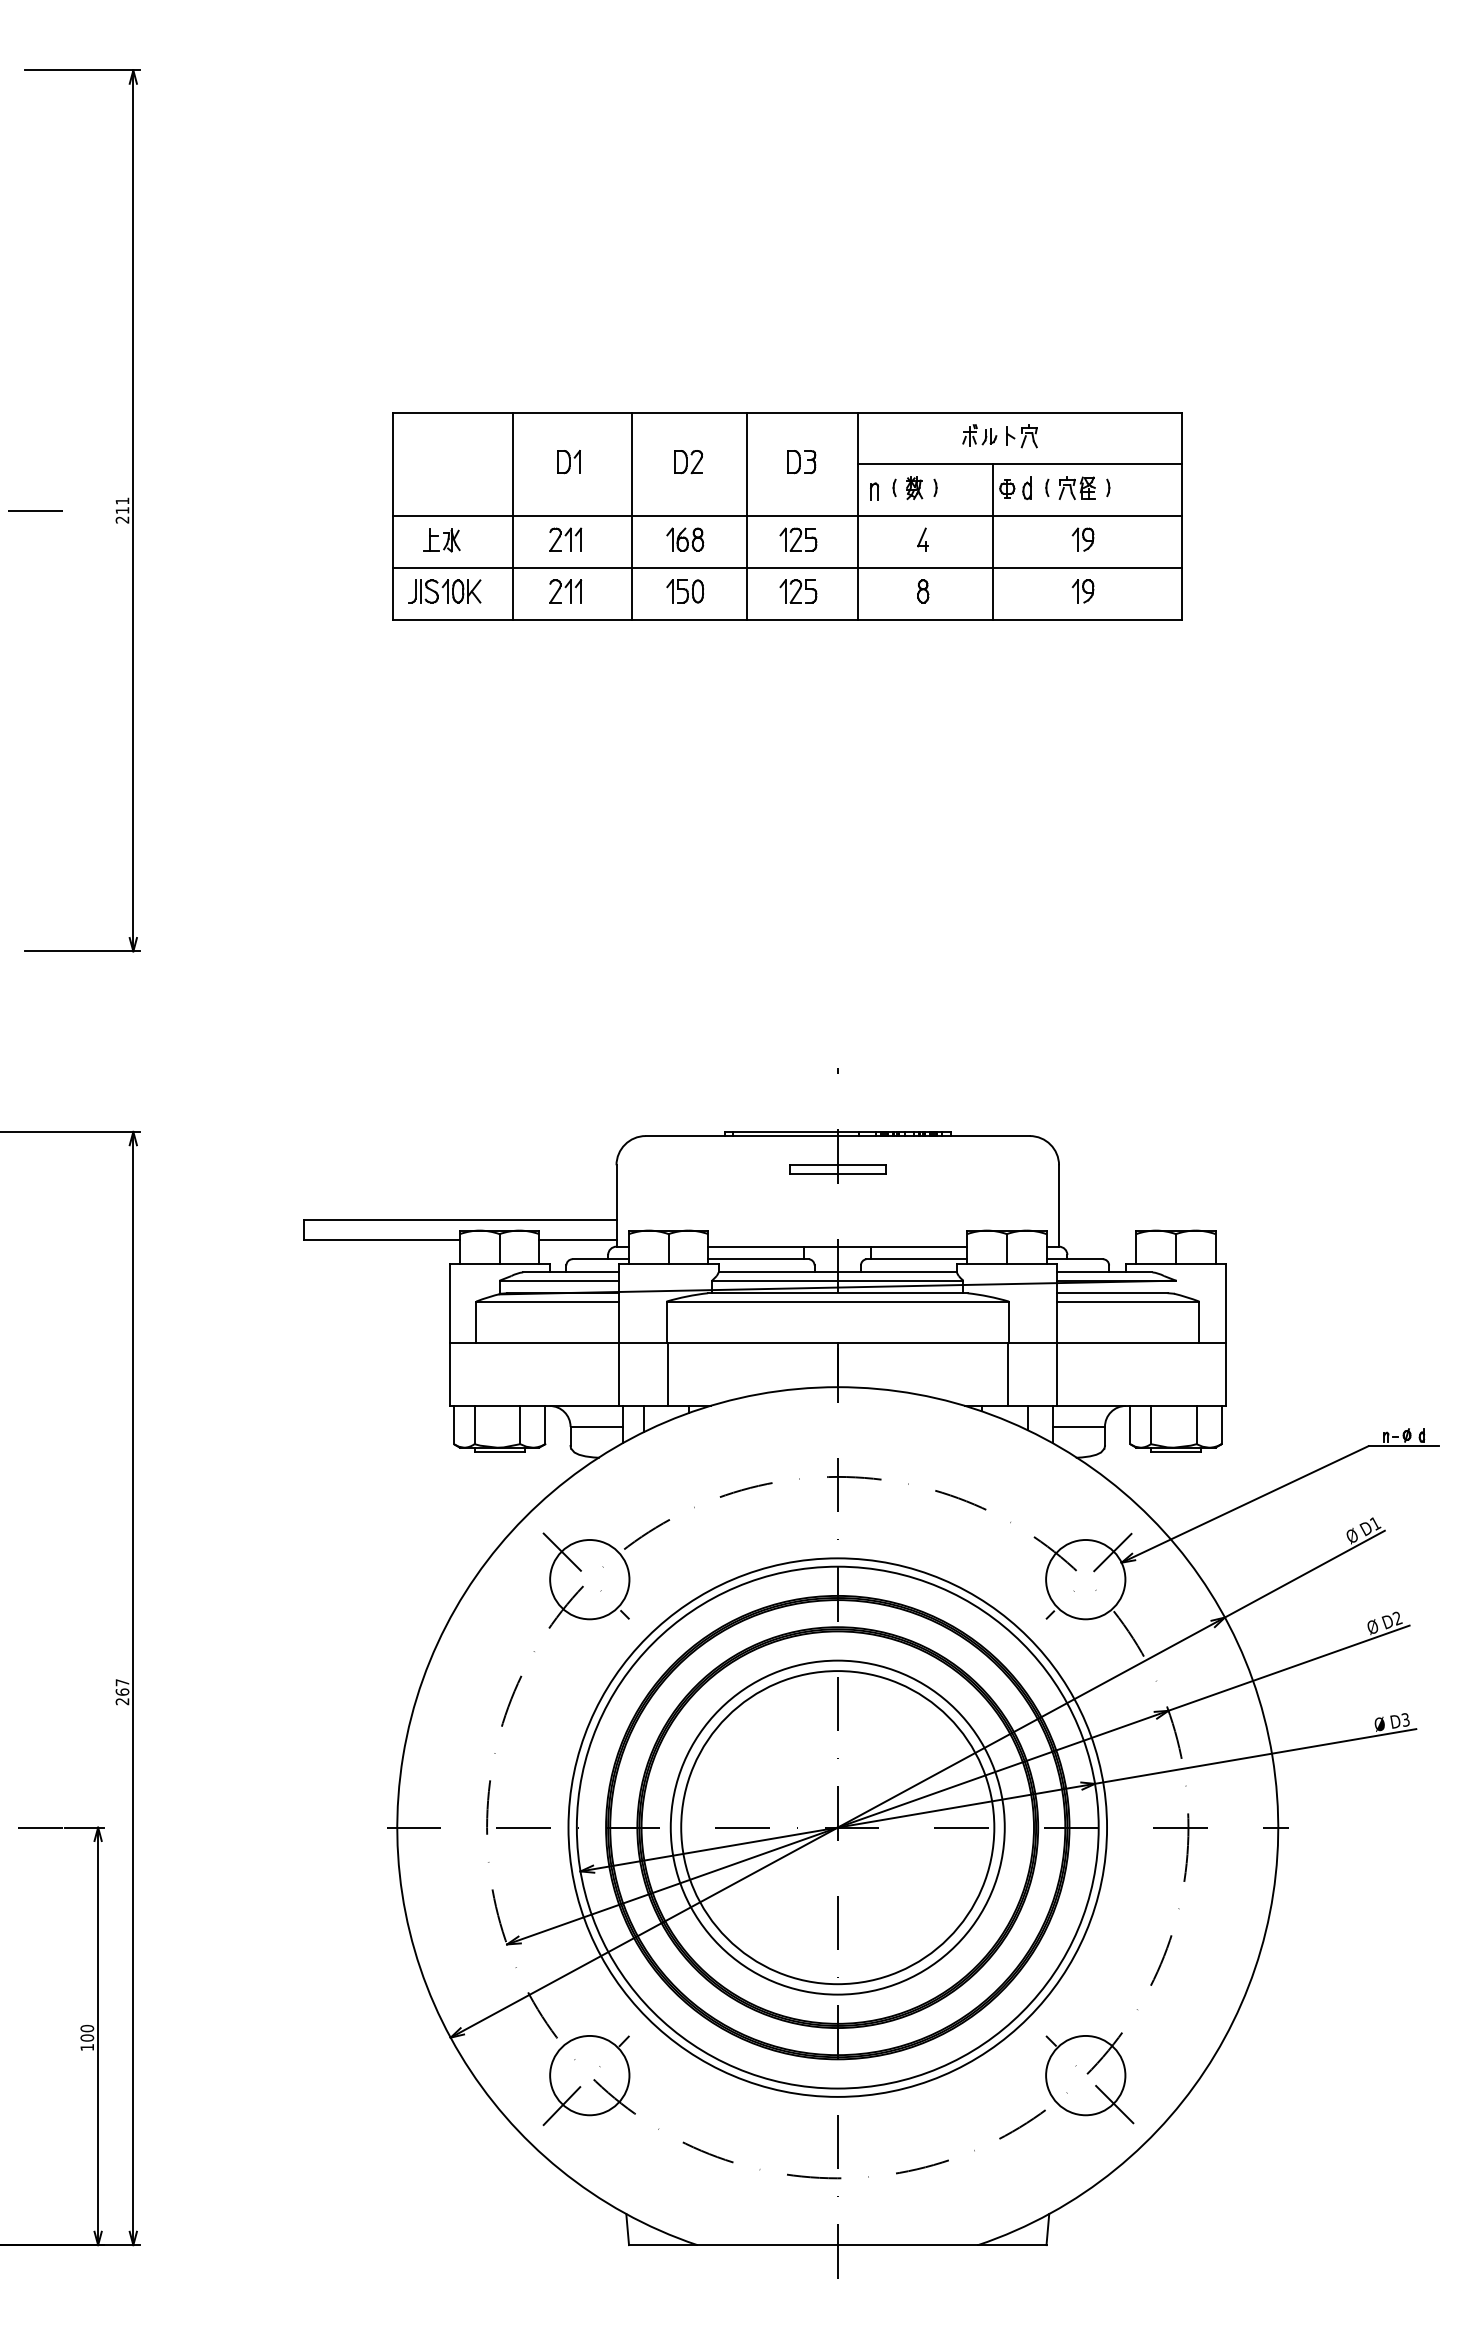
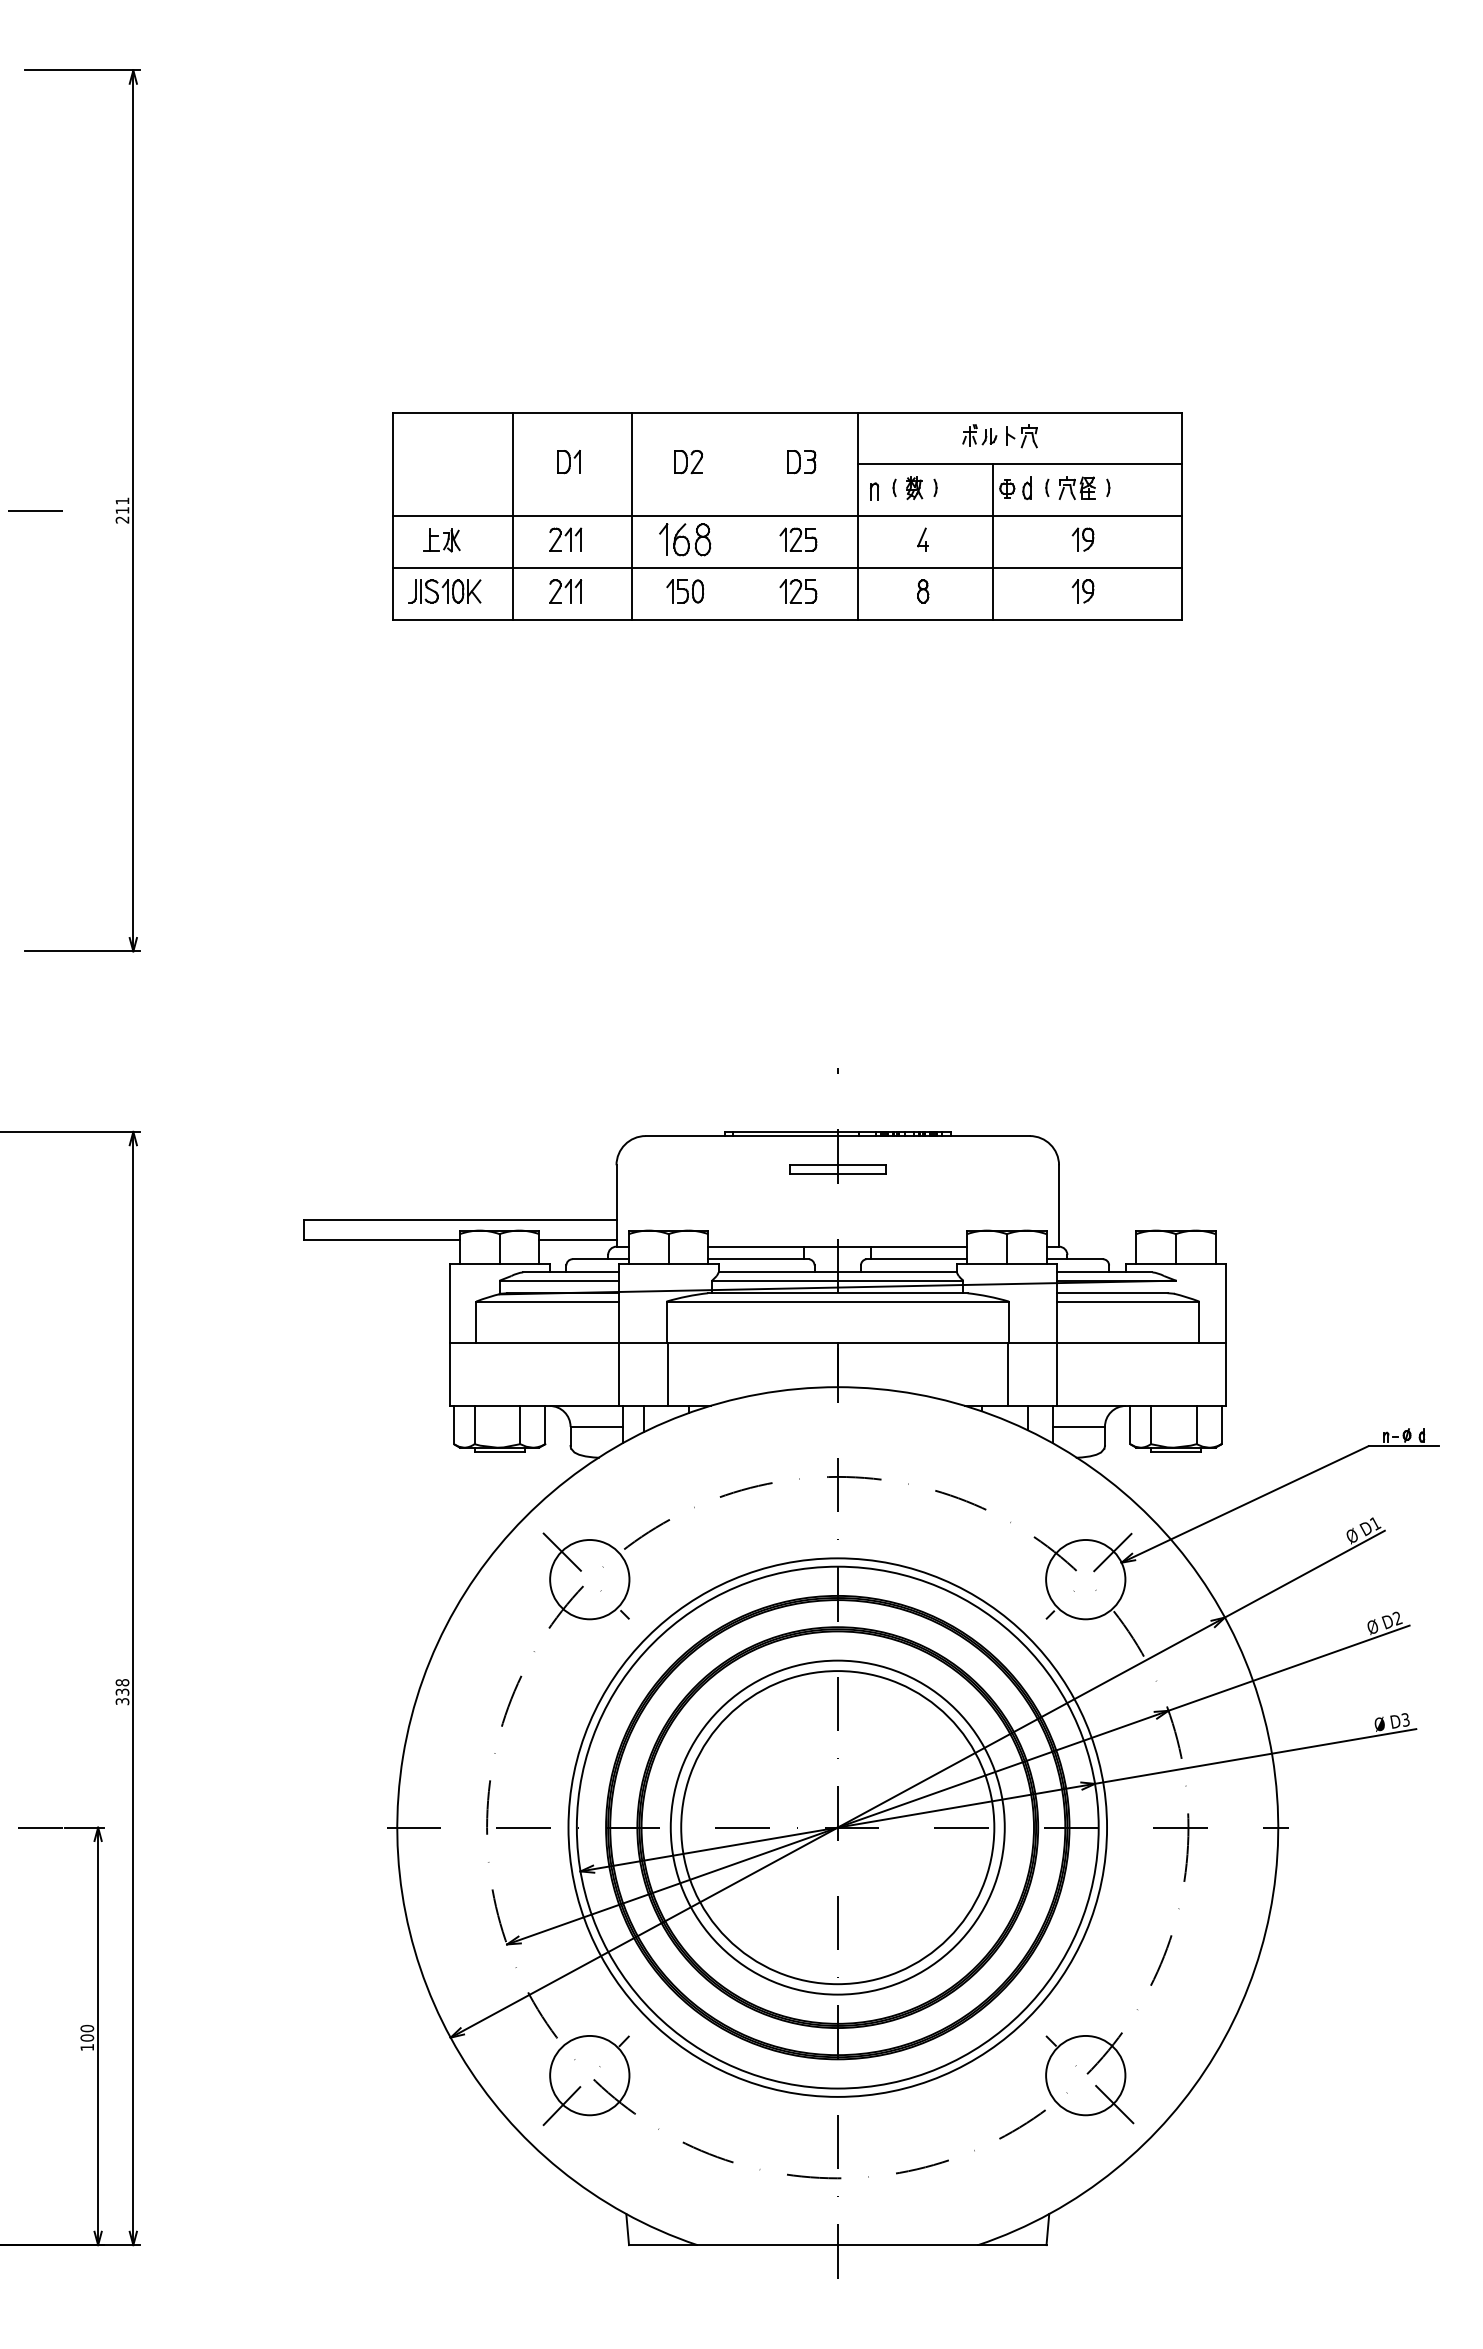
line at (747, 515): present -> none
part at (685, 539) size: 39x25 px -> 53x34 px
text at (122, 1692): 267 -> 338
